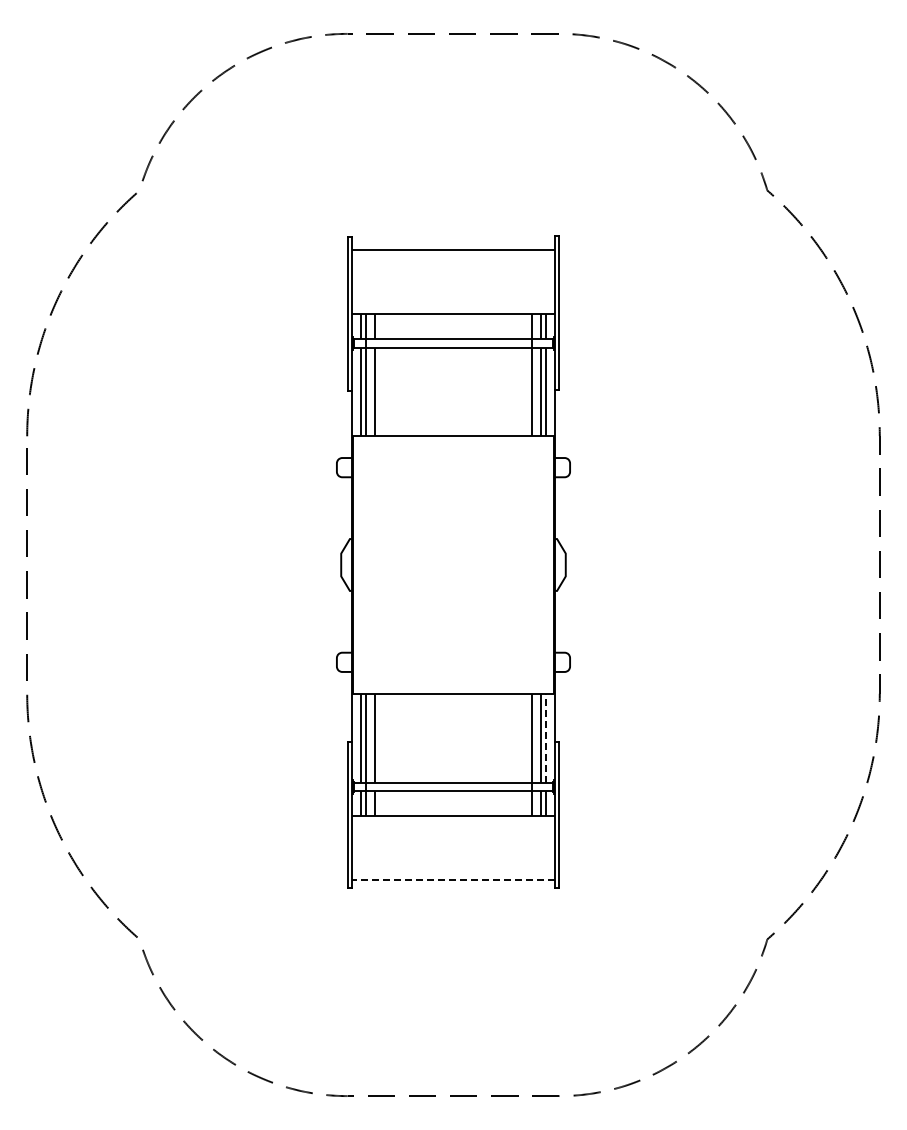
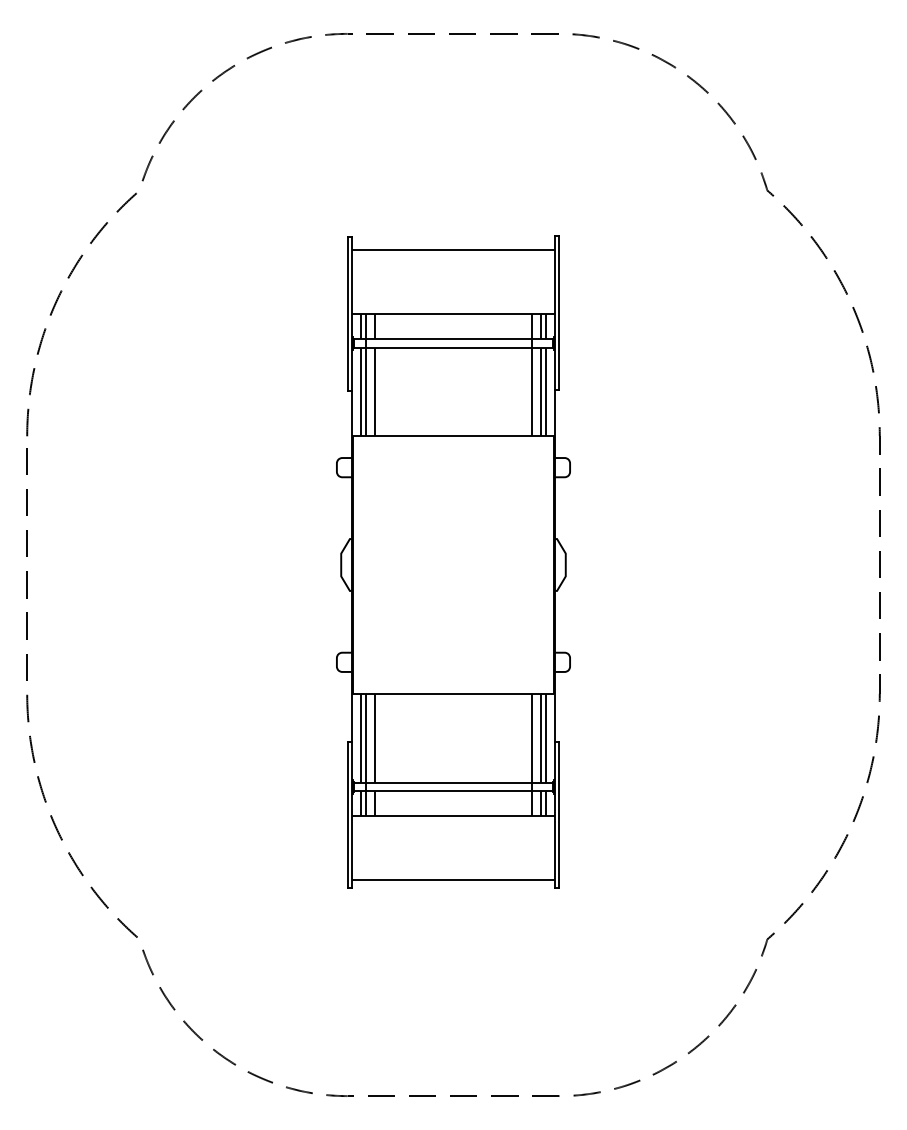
line at (545, 738): dashed -> solid
line at (453, 879): dashed -> solid
